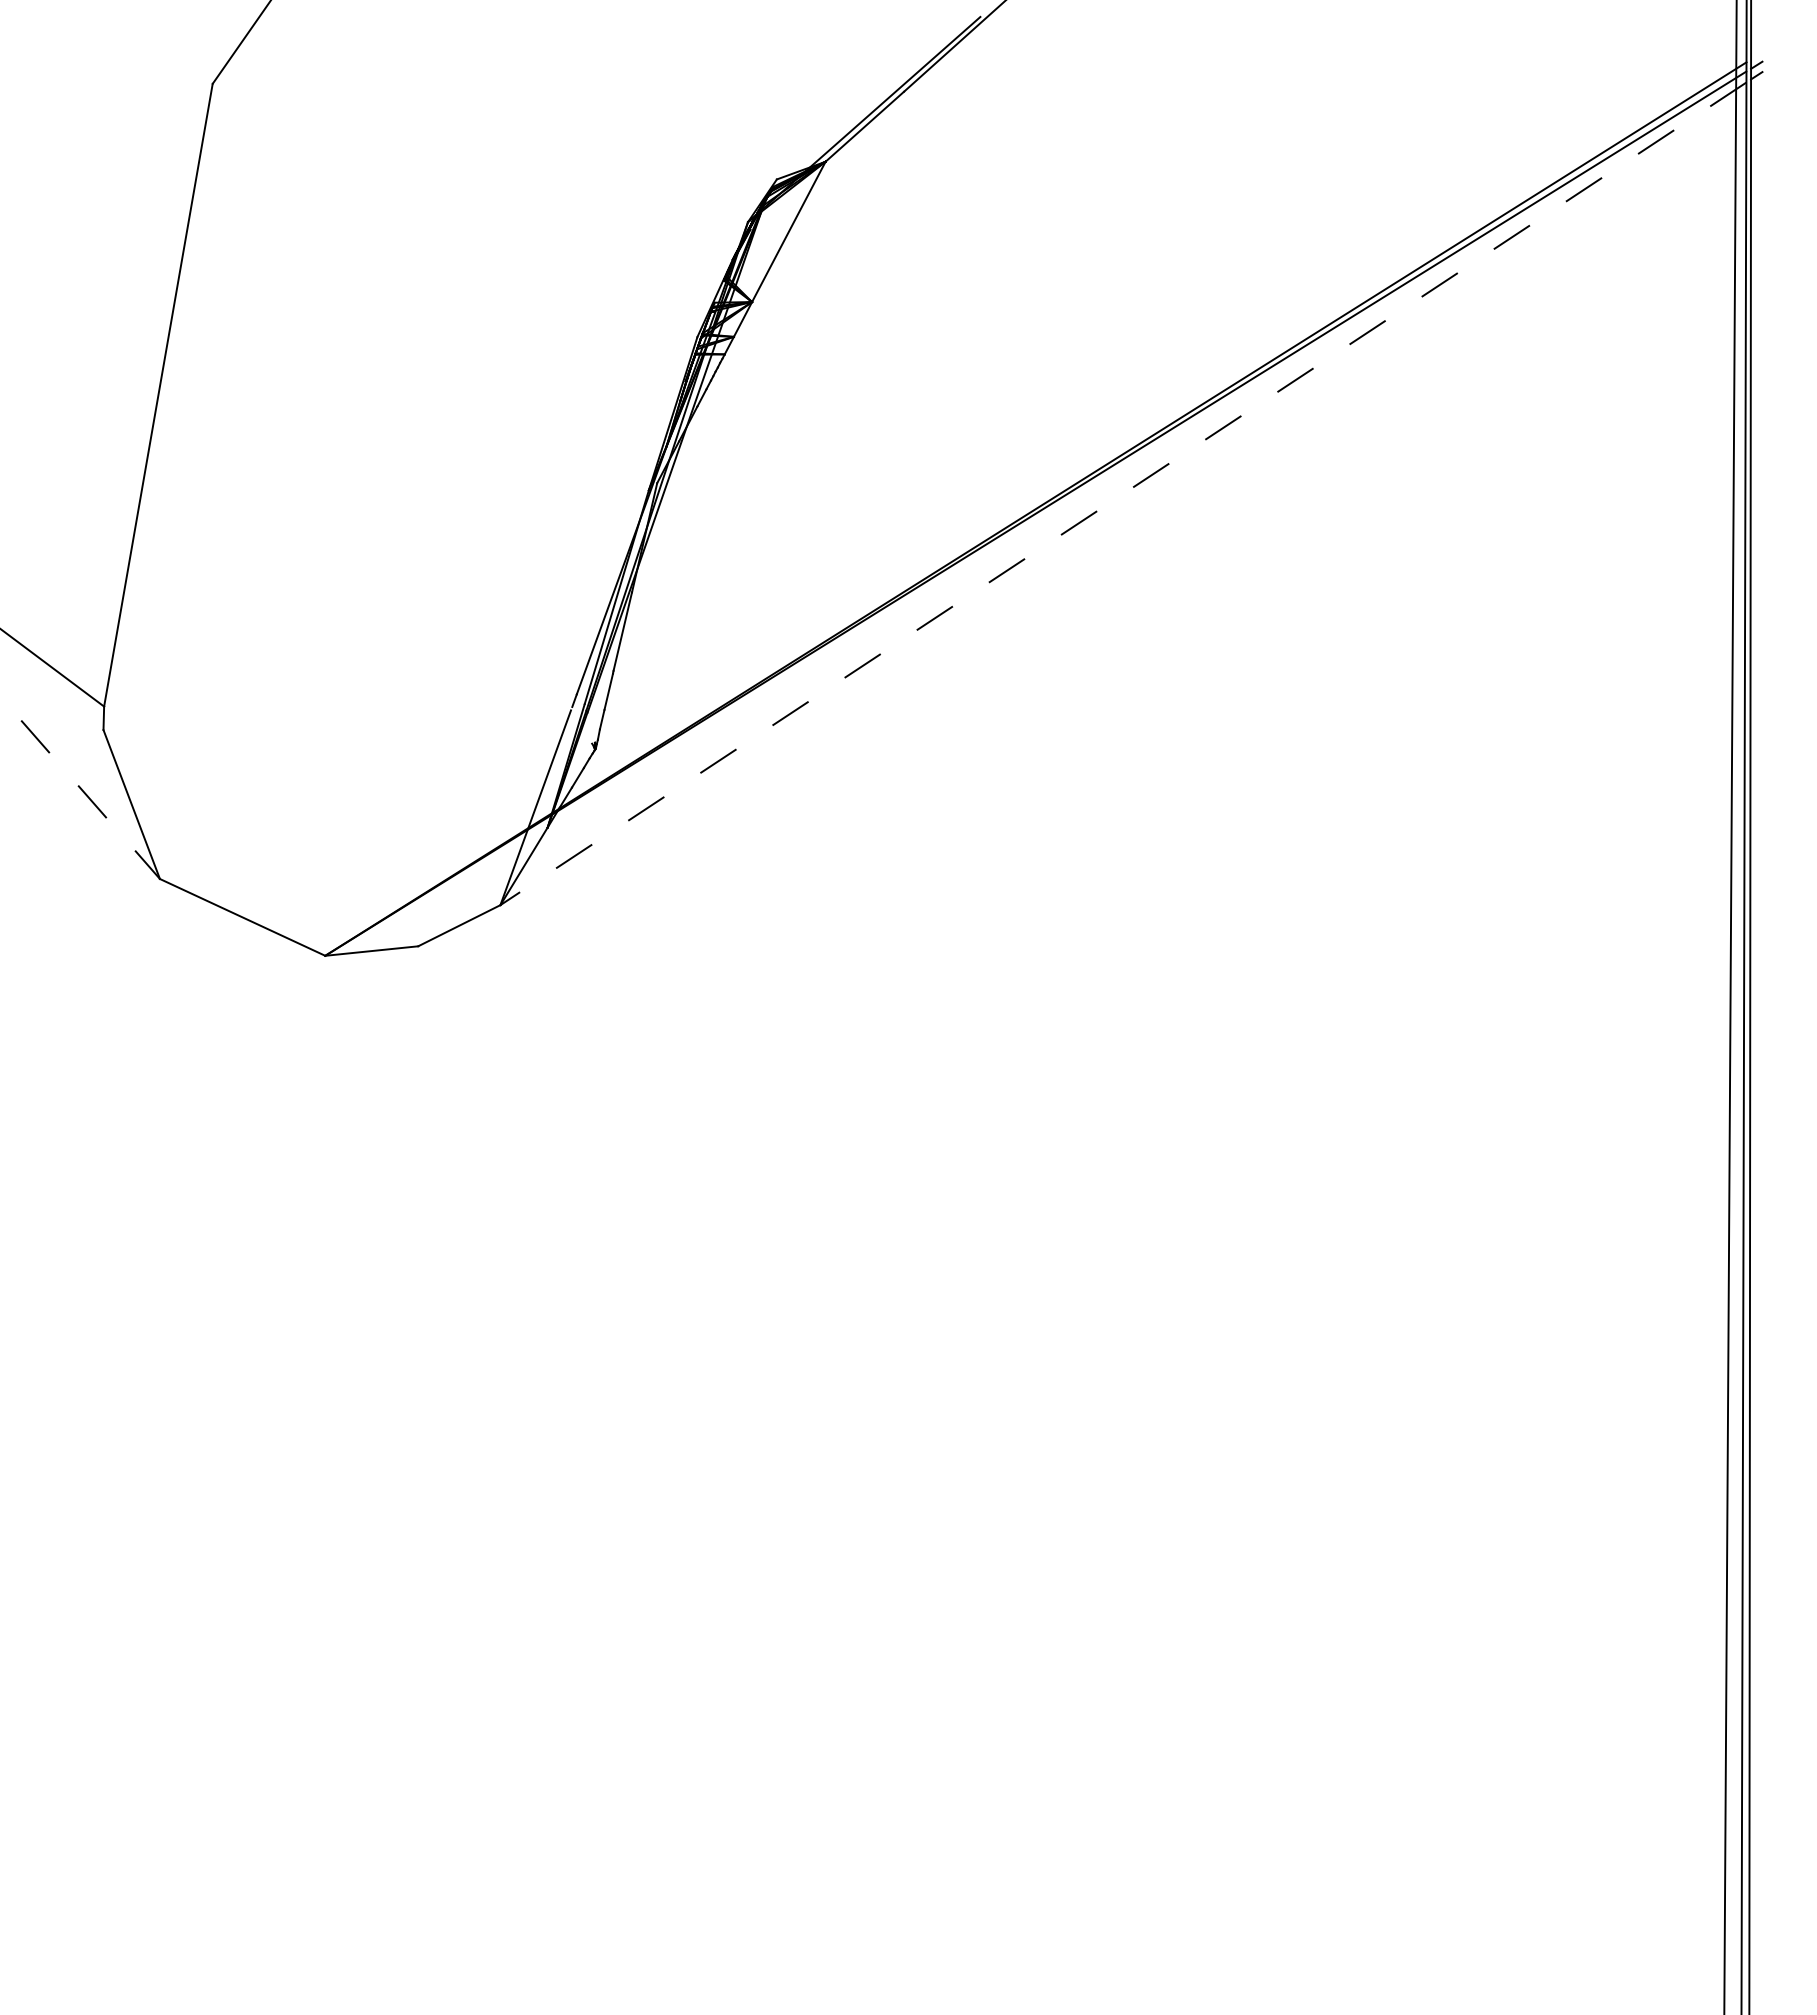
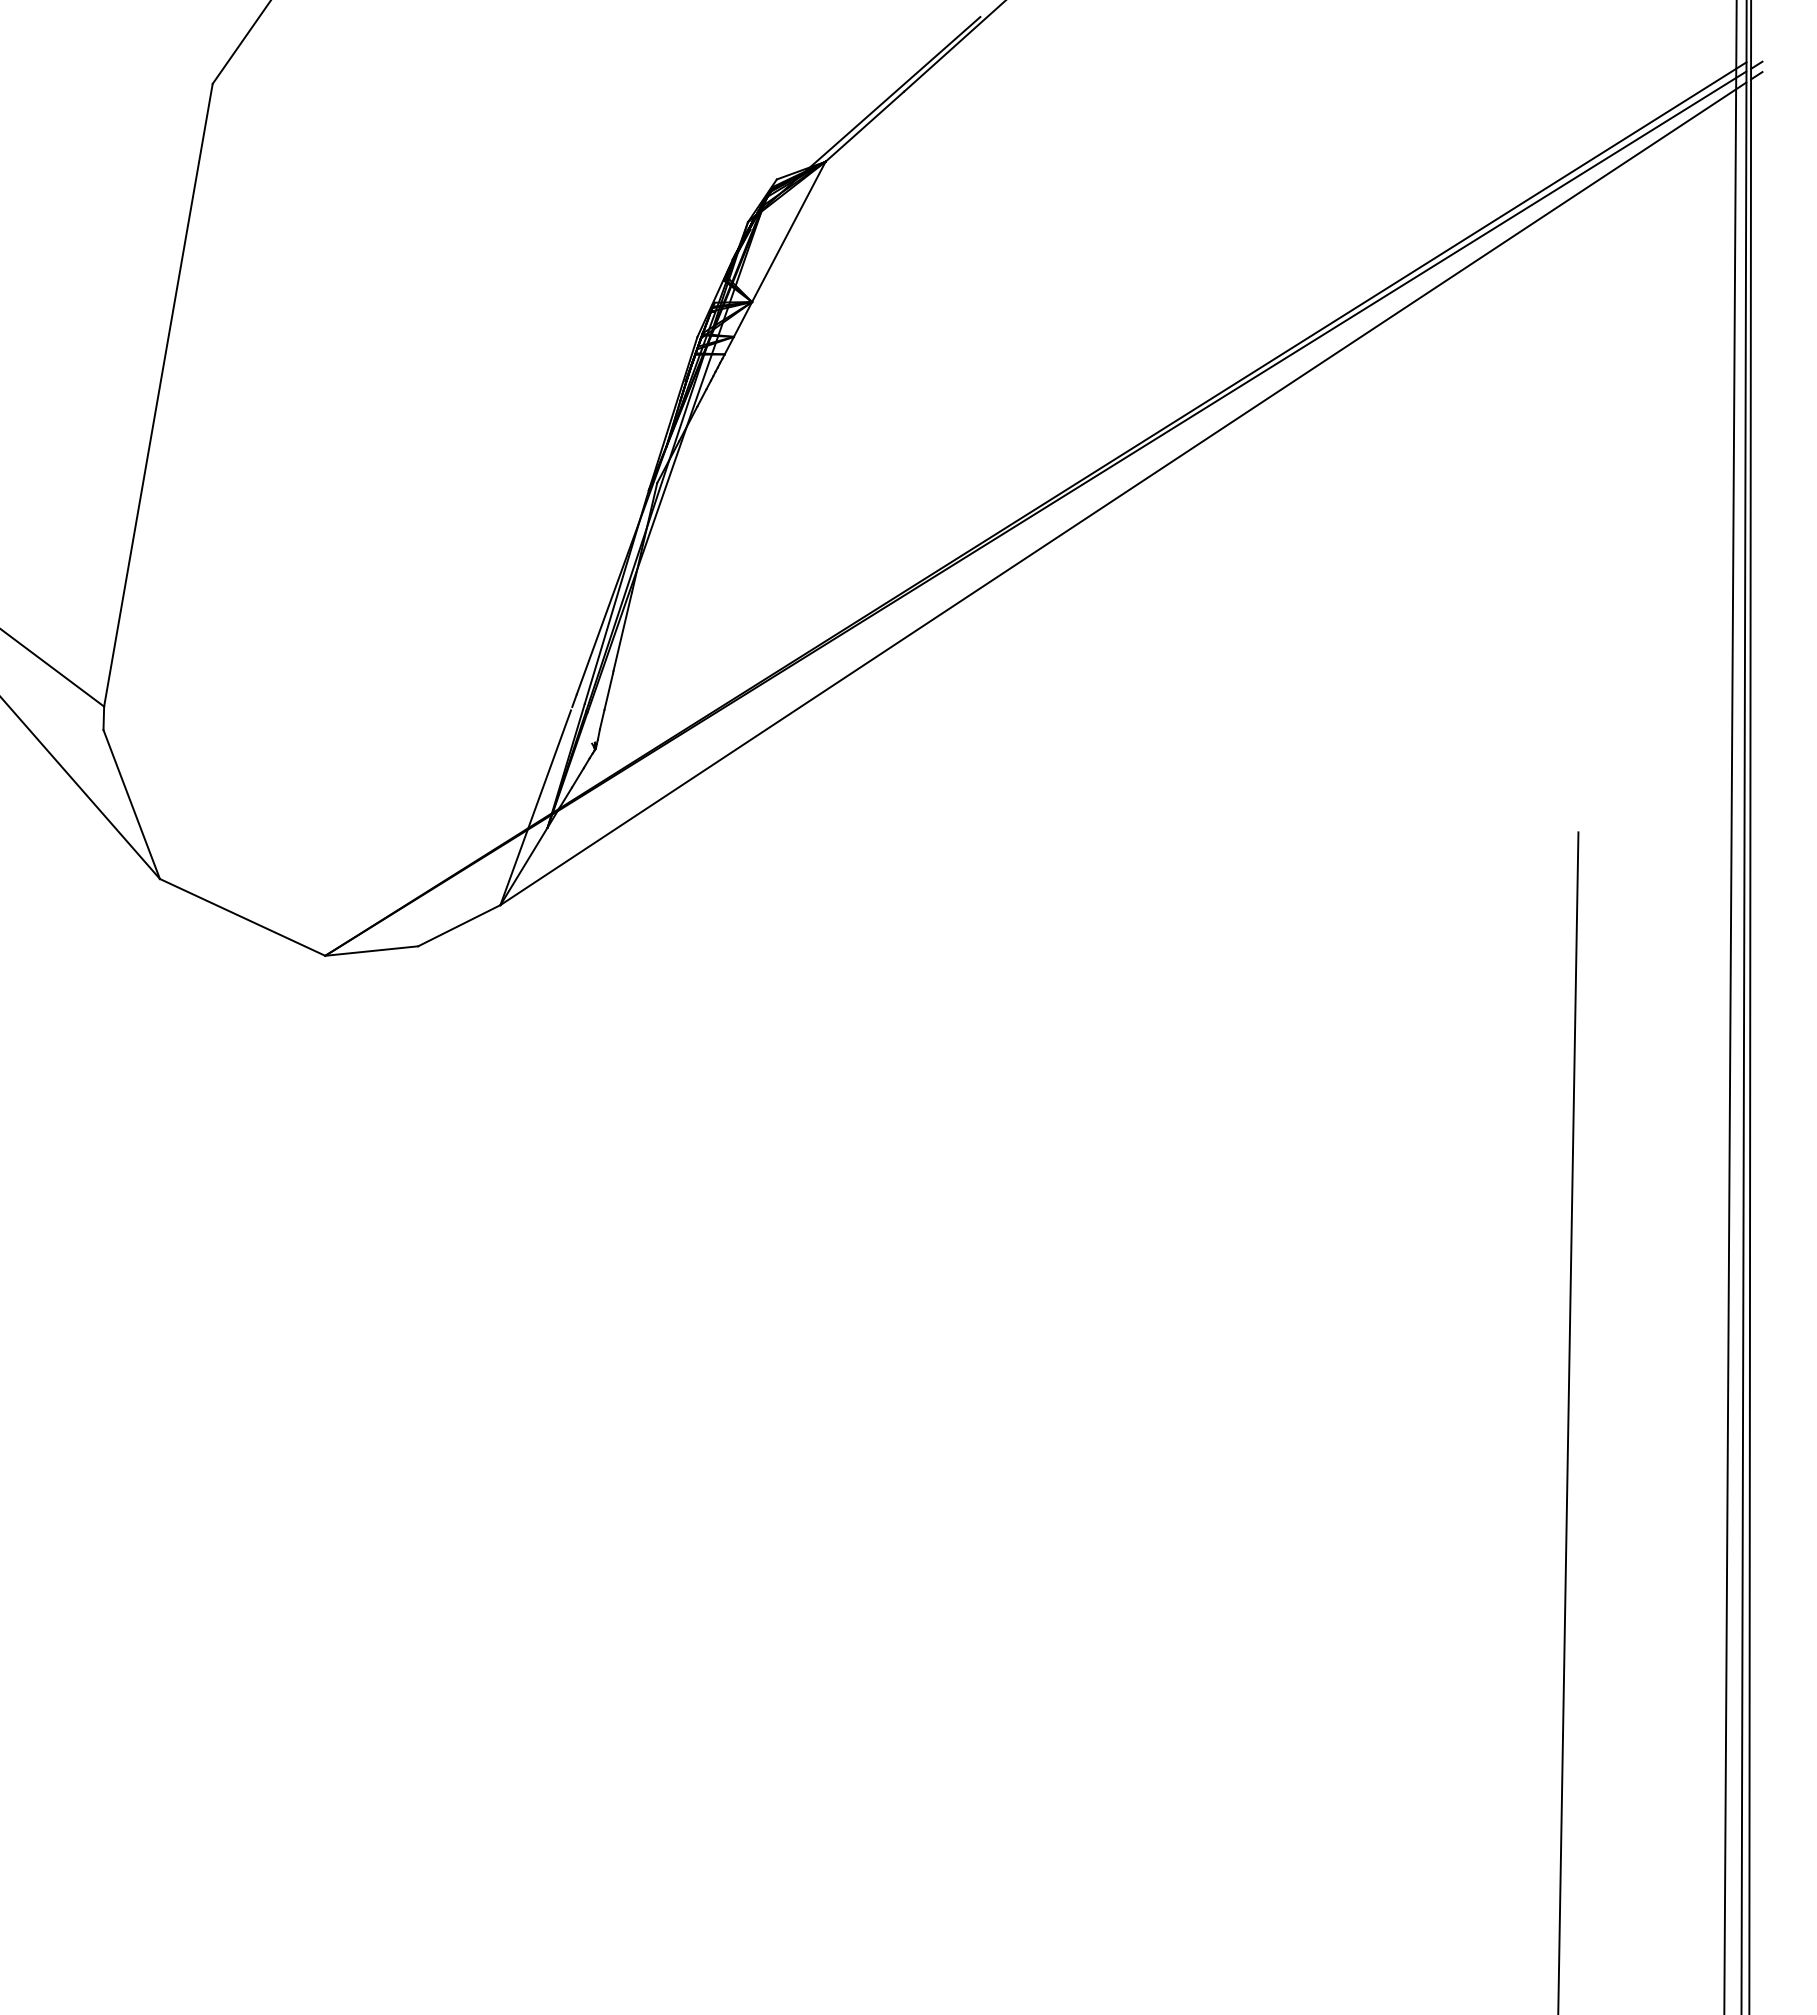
line at (1122, 494): dashed -> solid
line at (80, 787): dashed -> solid
line at (1568, 1421): none -> present
